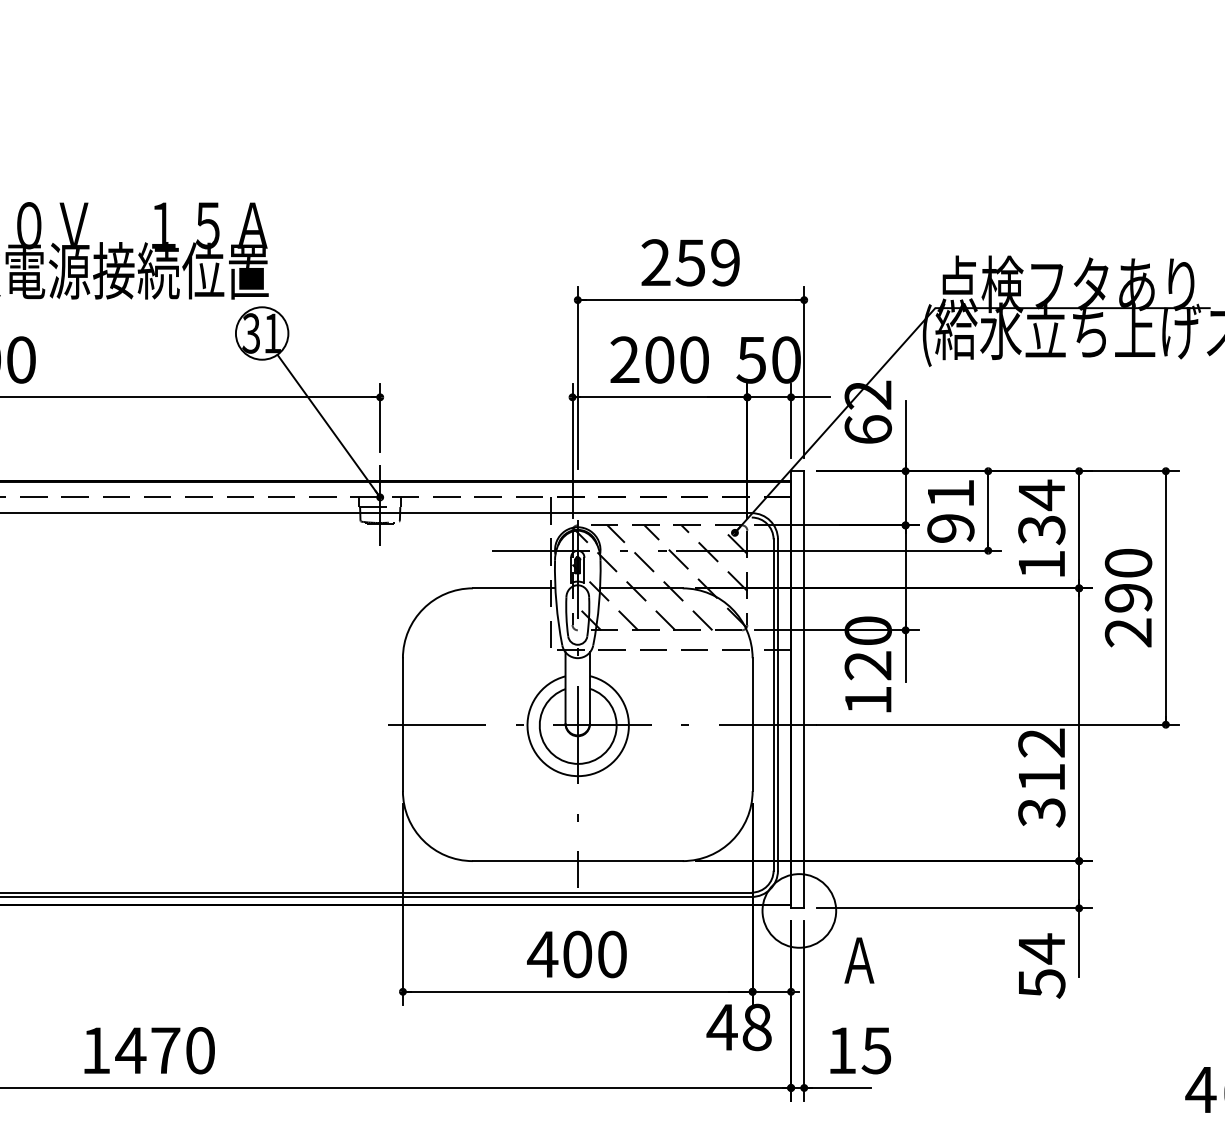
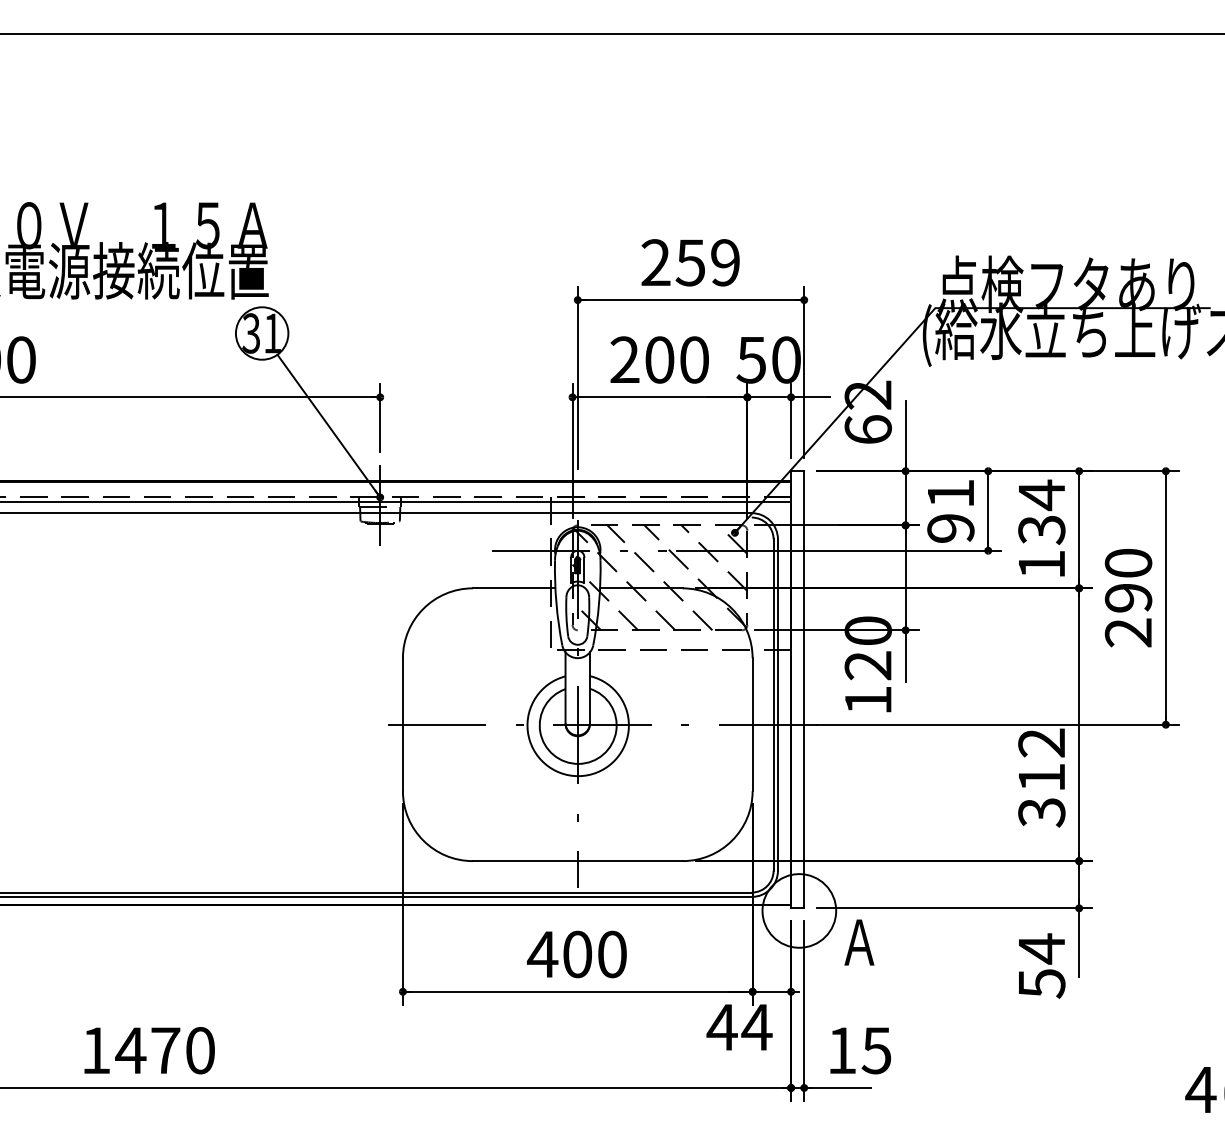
line at (611, 34): none -> present
line at (396, 501): none -> present
text at (859, 960) position: (859, 960) -> (859, 942)
text at (756, 1027): 48 -> 44
